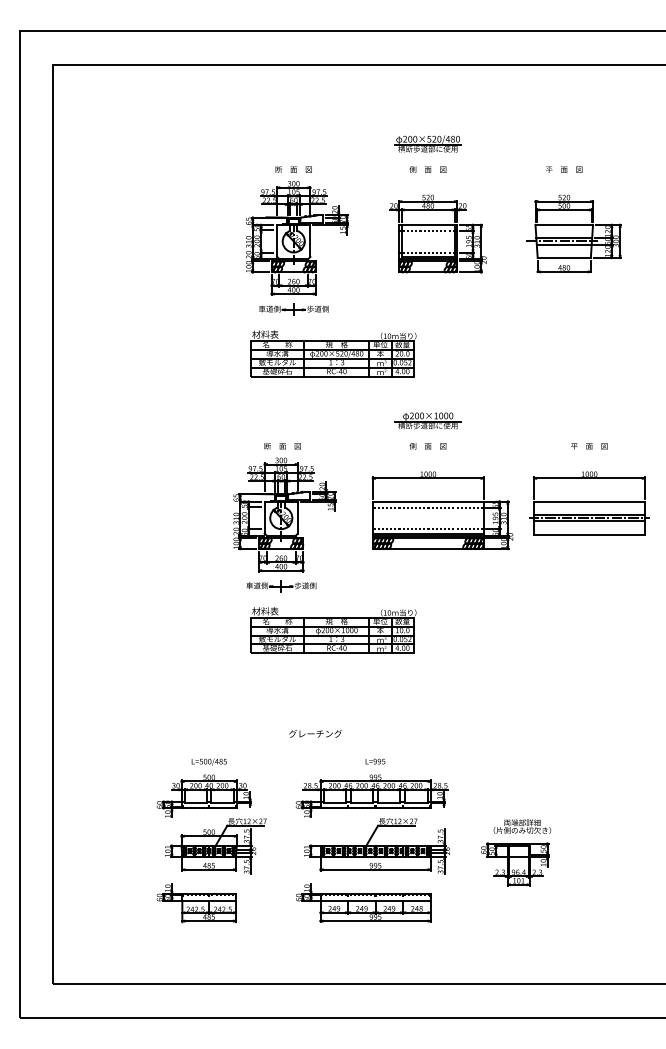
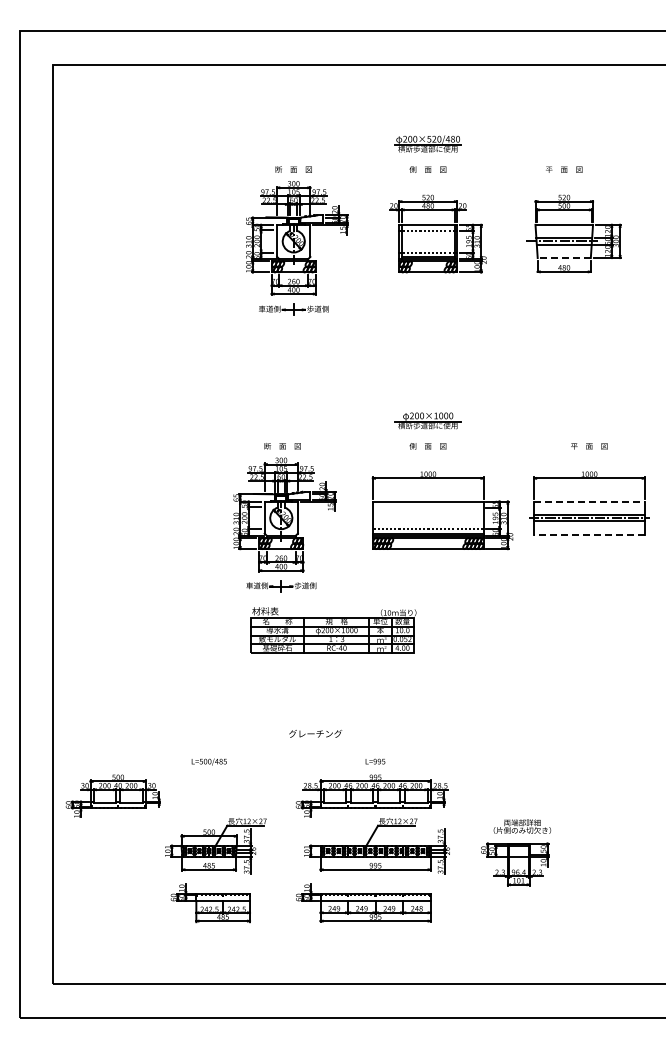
line at (564, 258): solid -> dashed
part at (333, 353): present -> none
line at (589, 501): solid -> dashed
line at (427, 507): present -> none
line at (588, 534): solid -> dashed
part at (203, 795) position: (203, 795) -> (112, 795)
part at (196, 903) position: (196, 903) -> (210, 903)
